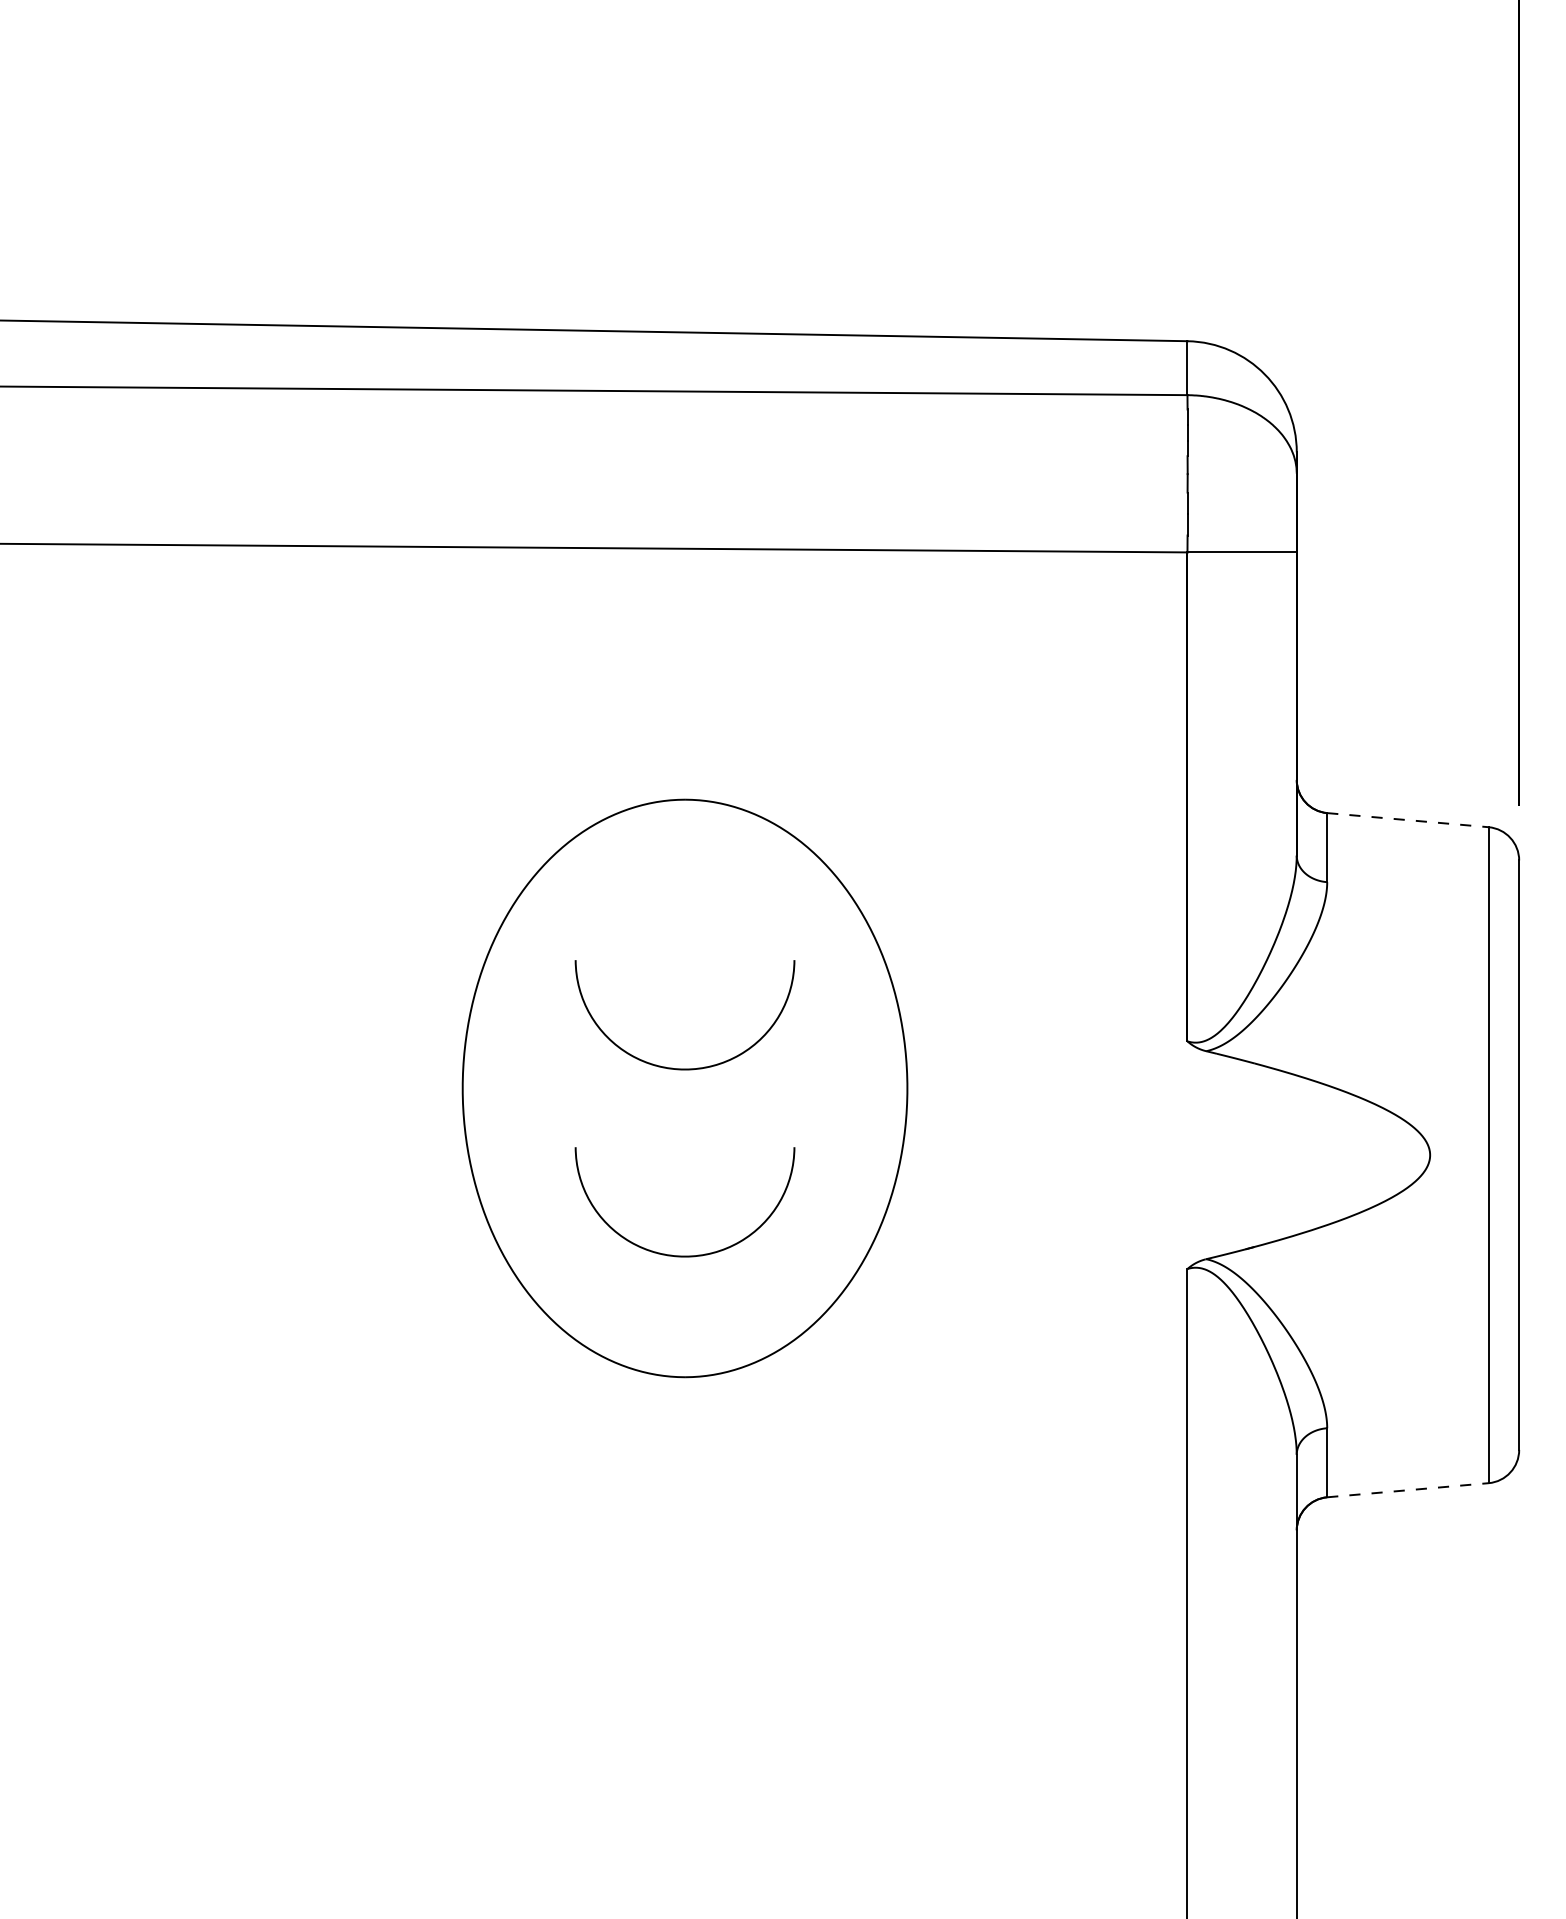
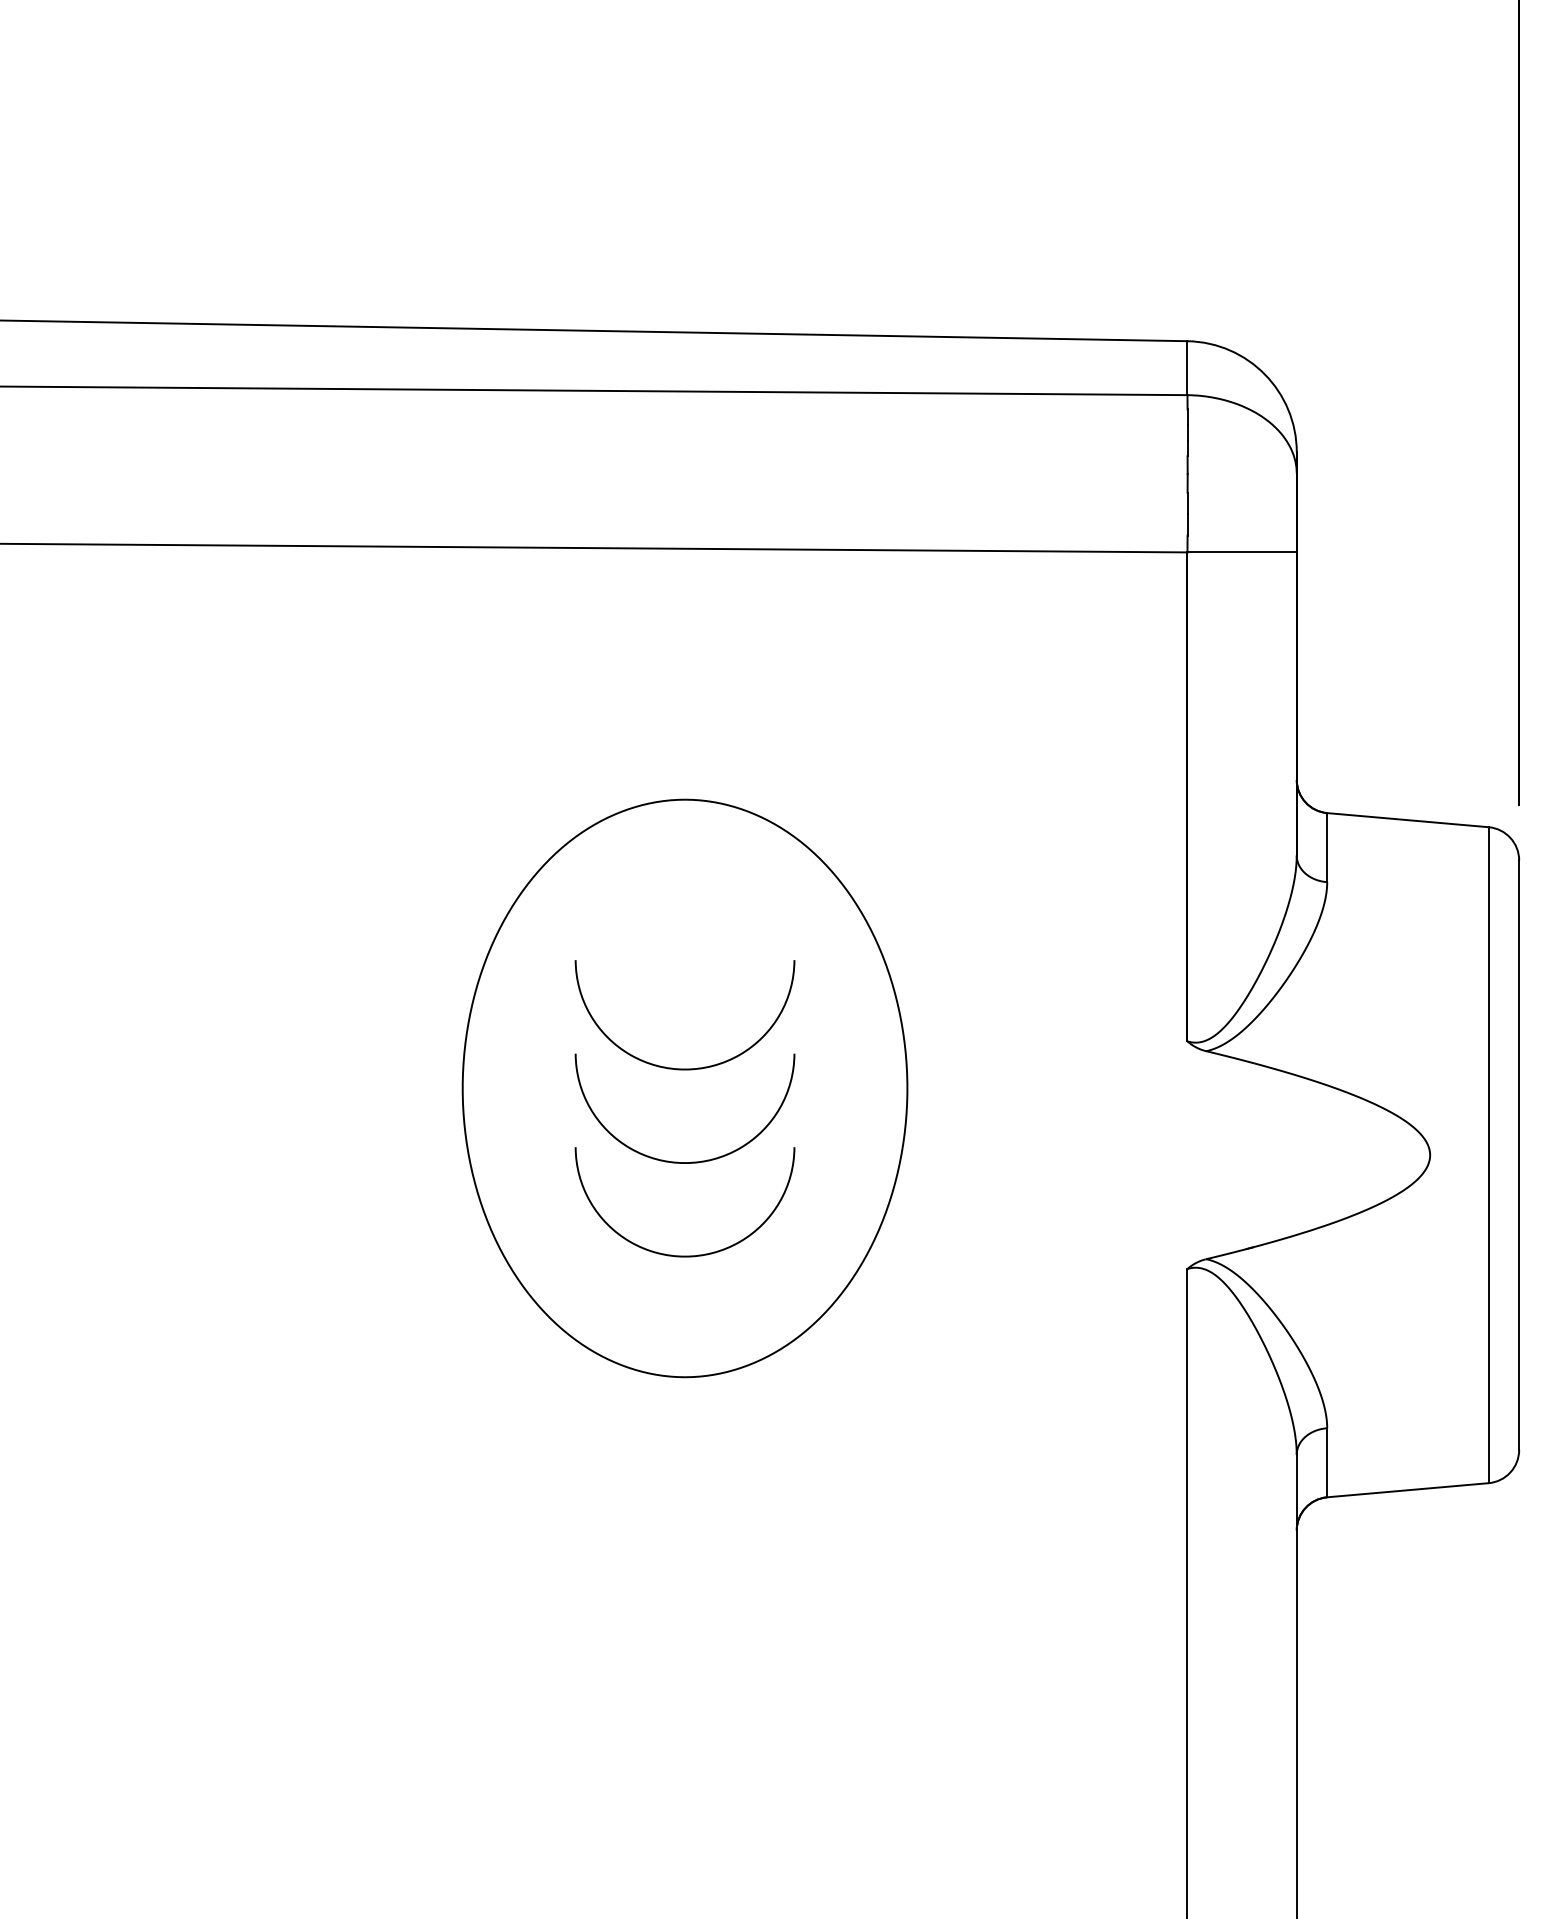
line at (1408, 820): dashed -> solid
curve at (677, 1161): none -> present
line at (1408, 1490): dashed -> solid
